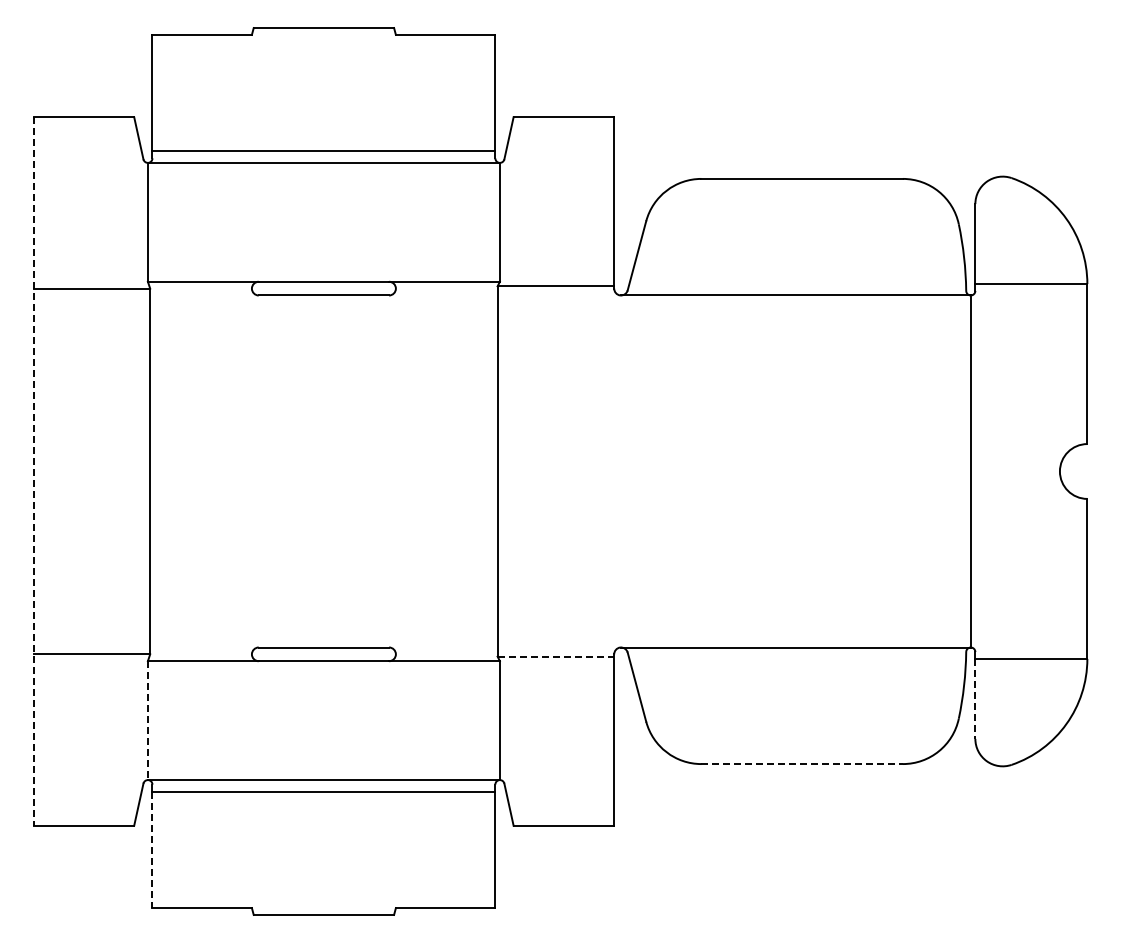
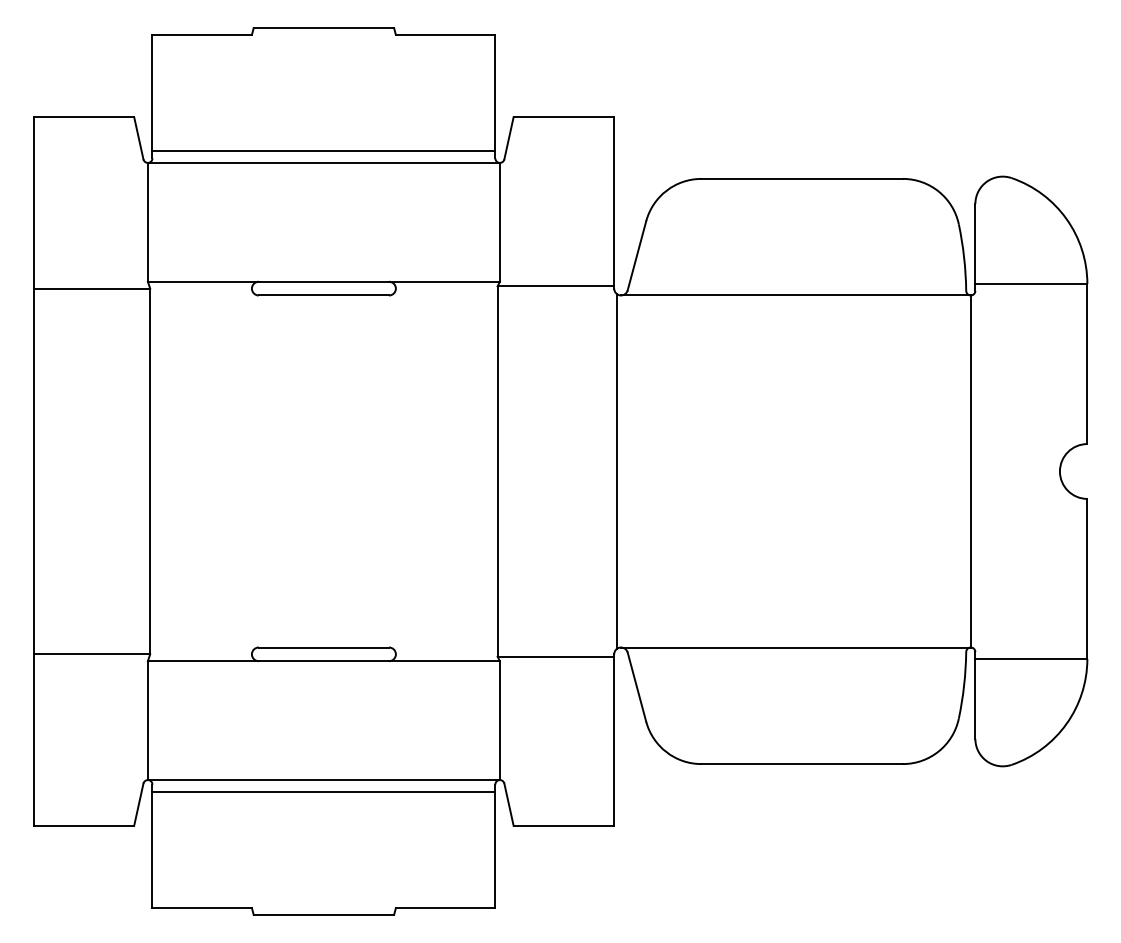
line at (33, 471): dashed -> solid
line at (616, 471): none -> present
line at (556, 656): dashed -> solid
line at (975, 699): dashed -> solid
line at (147, 721): dashed -> solid
line at (802, 764): dashed -> solid
line at (152, 850): dashed -> solid
